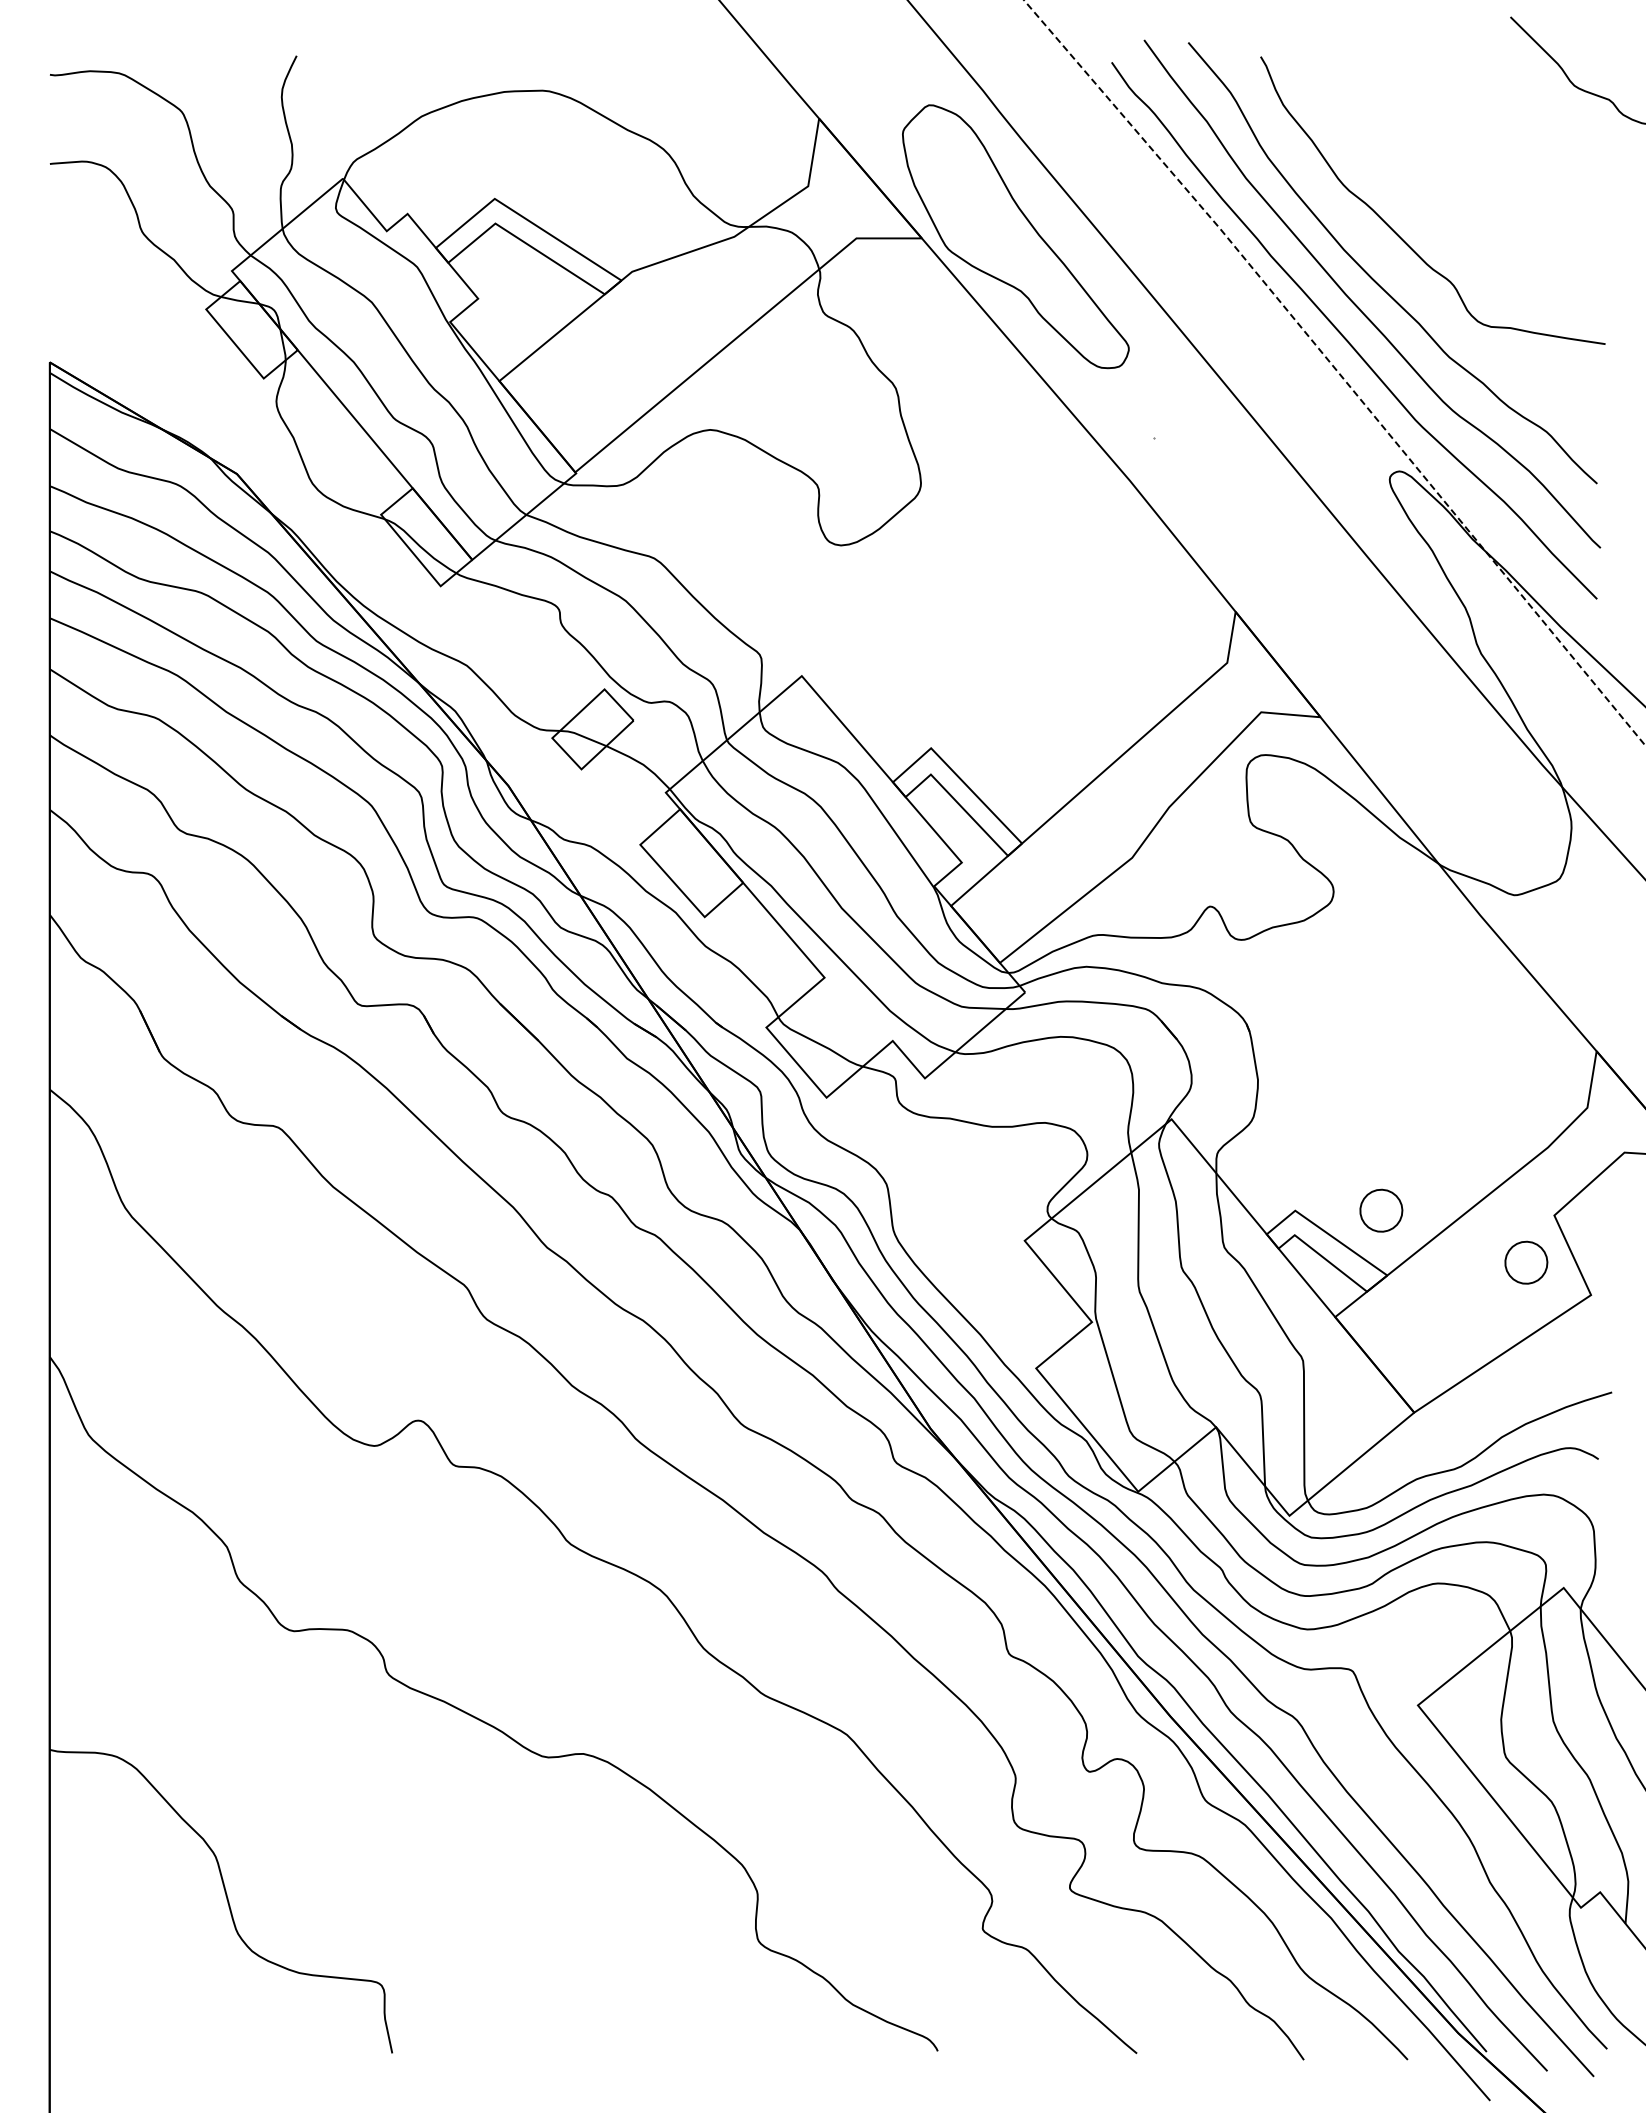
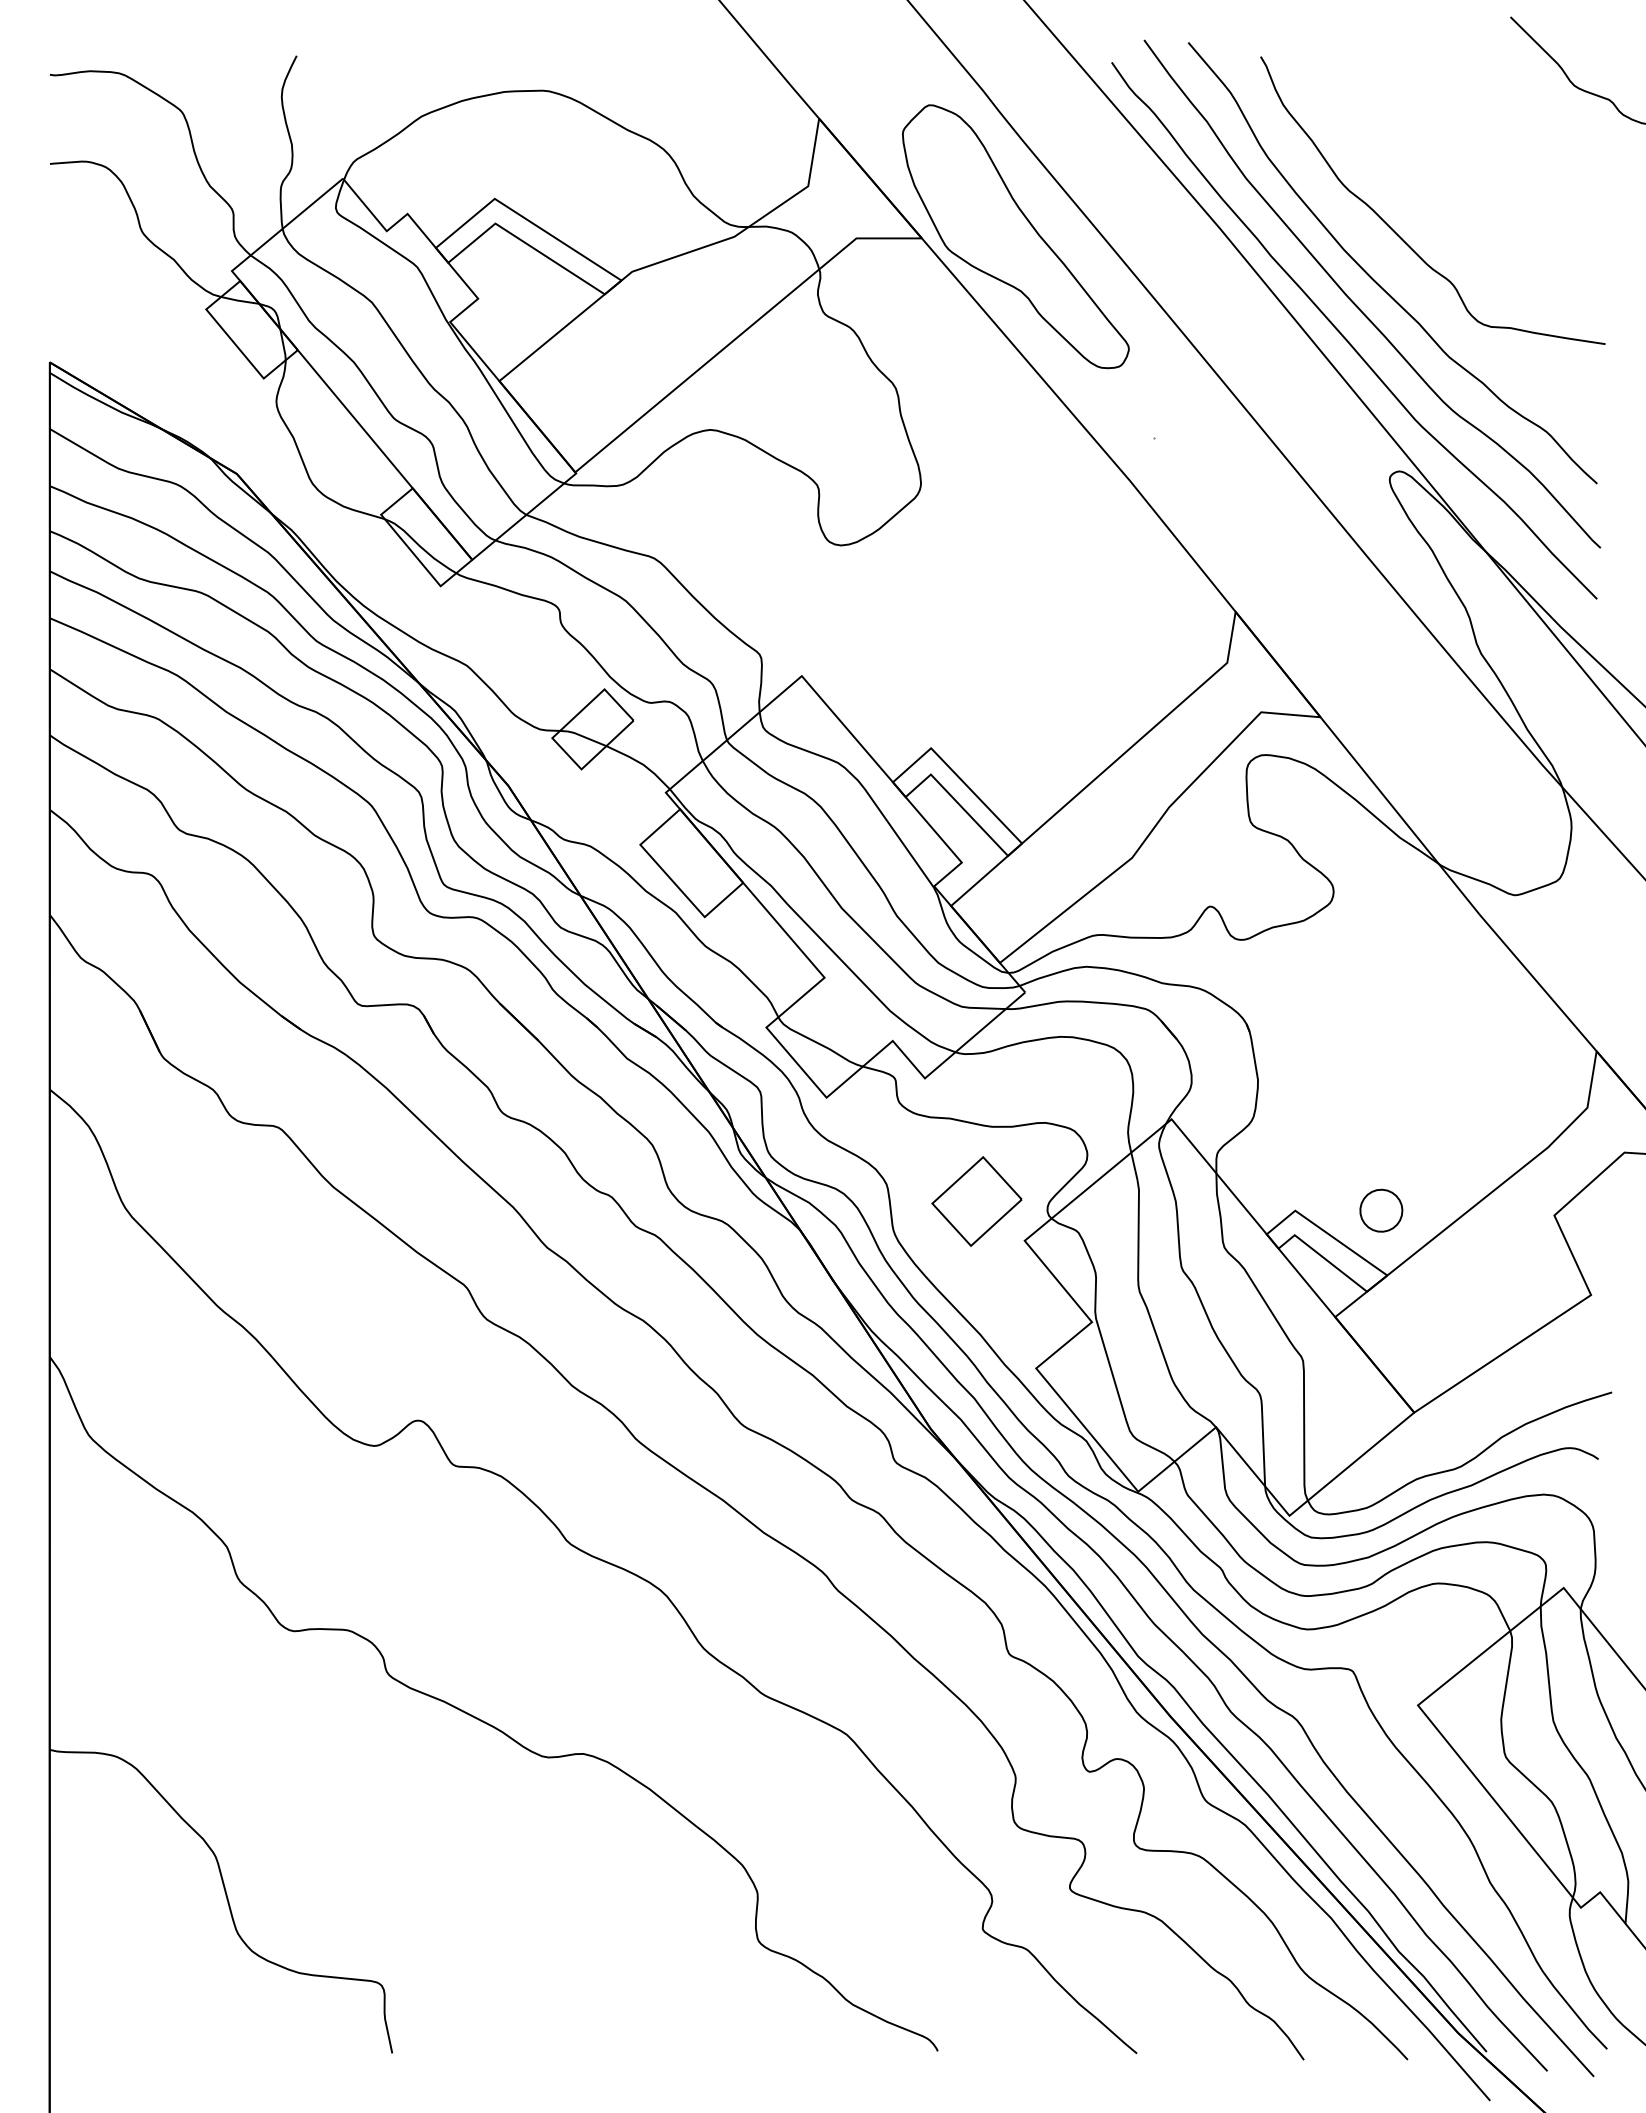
line at (1336, 370): dashed -> solid
part at (976, 1201): none -> present
part at (1526, 1262): present -> none
